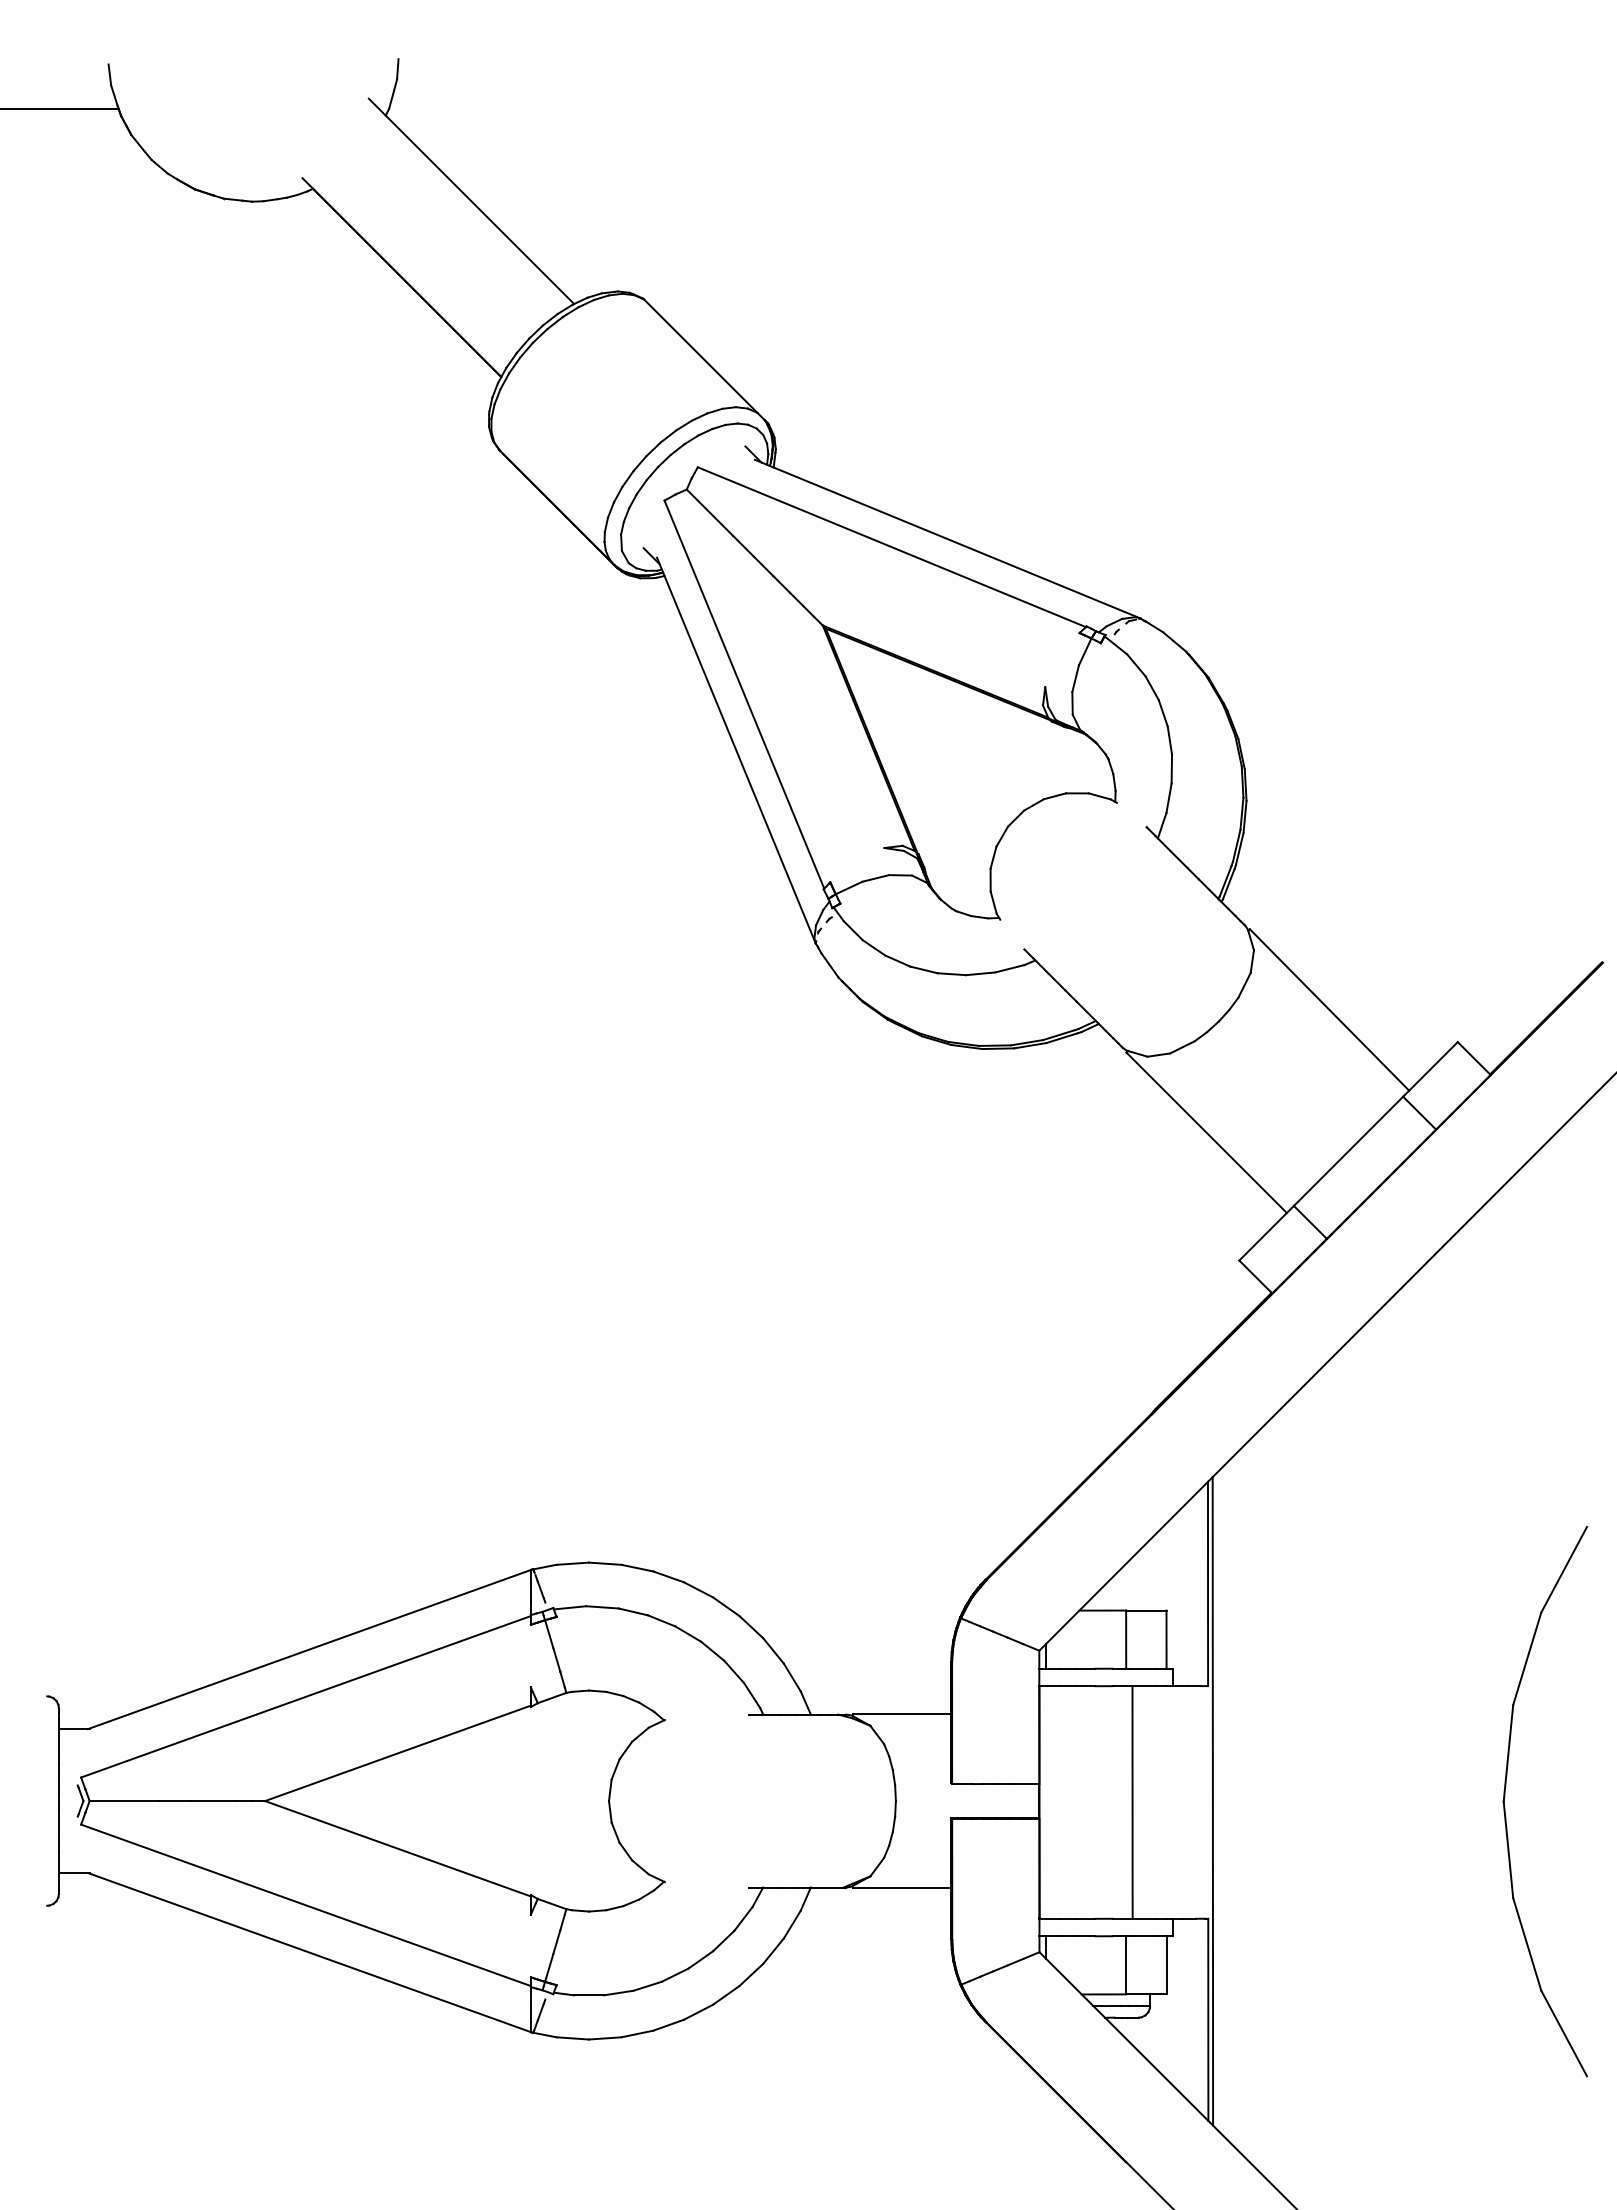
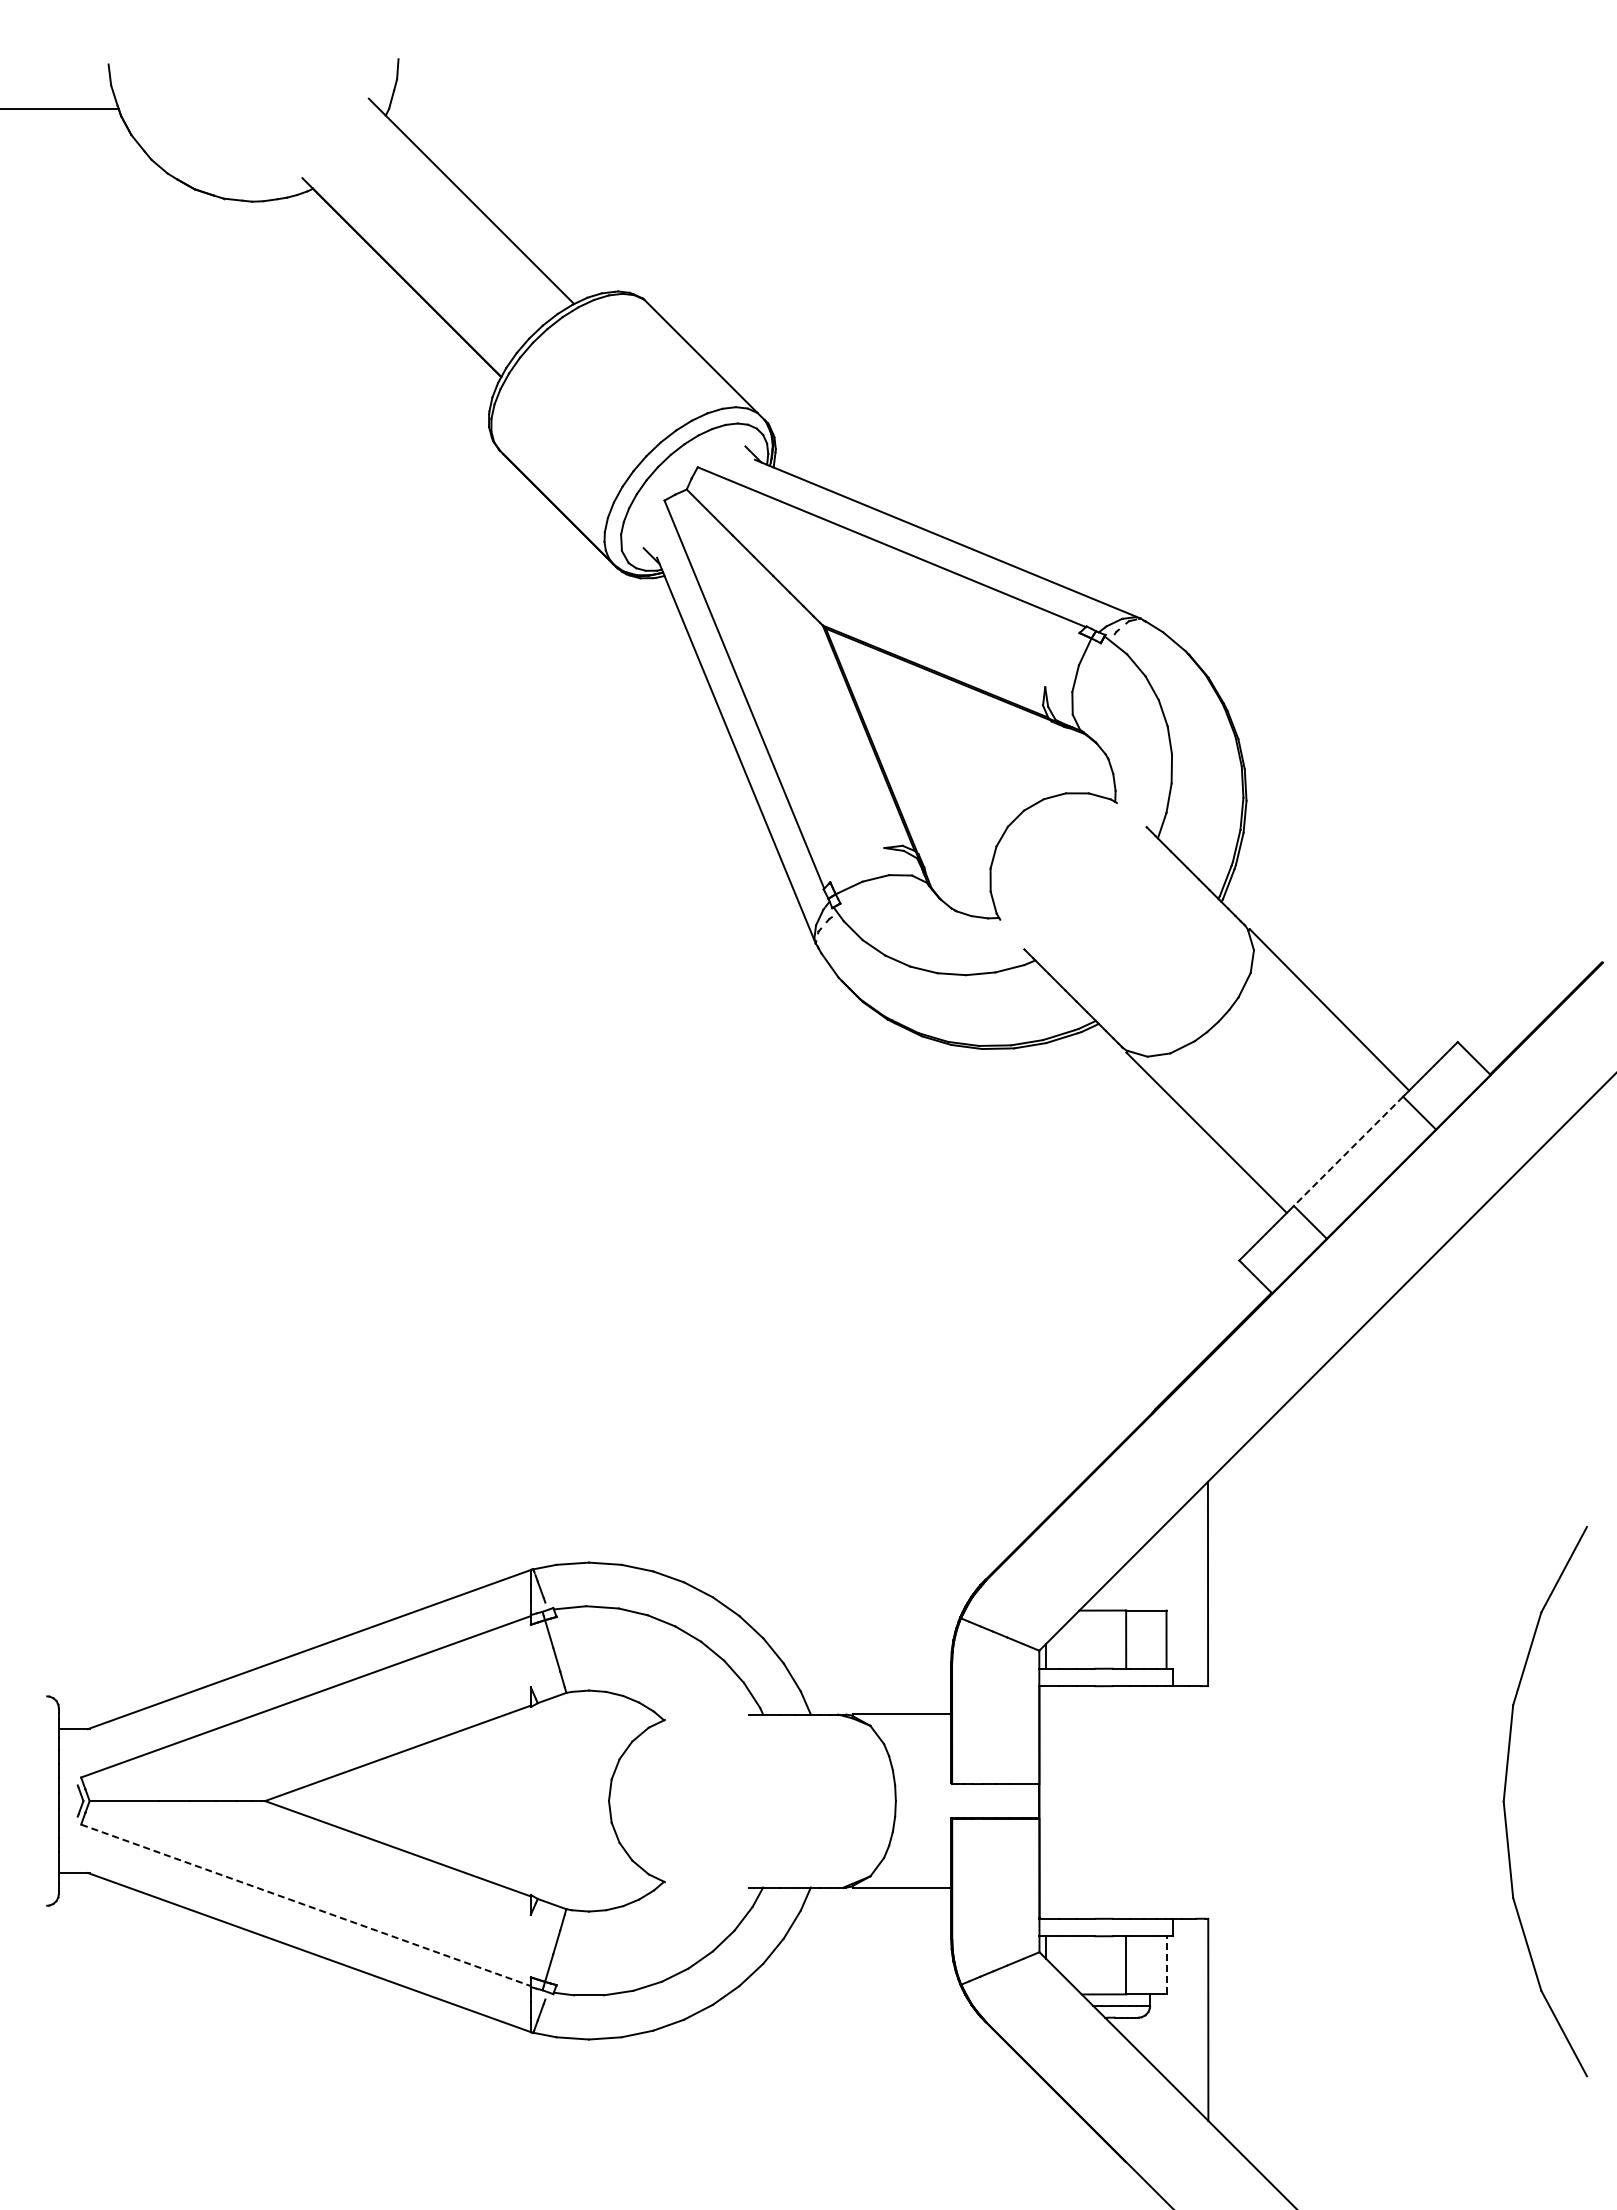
line at (1348, 1151): solid -> dashed
line at (1212, 1801): present -> none
line at (1132, 1802): present -> none
line at (306, 1905): solid -> dashed
line at (1166, 1964): solid -> dashed
